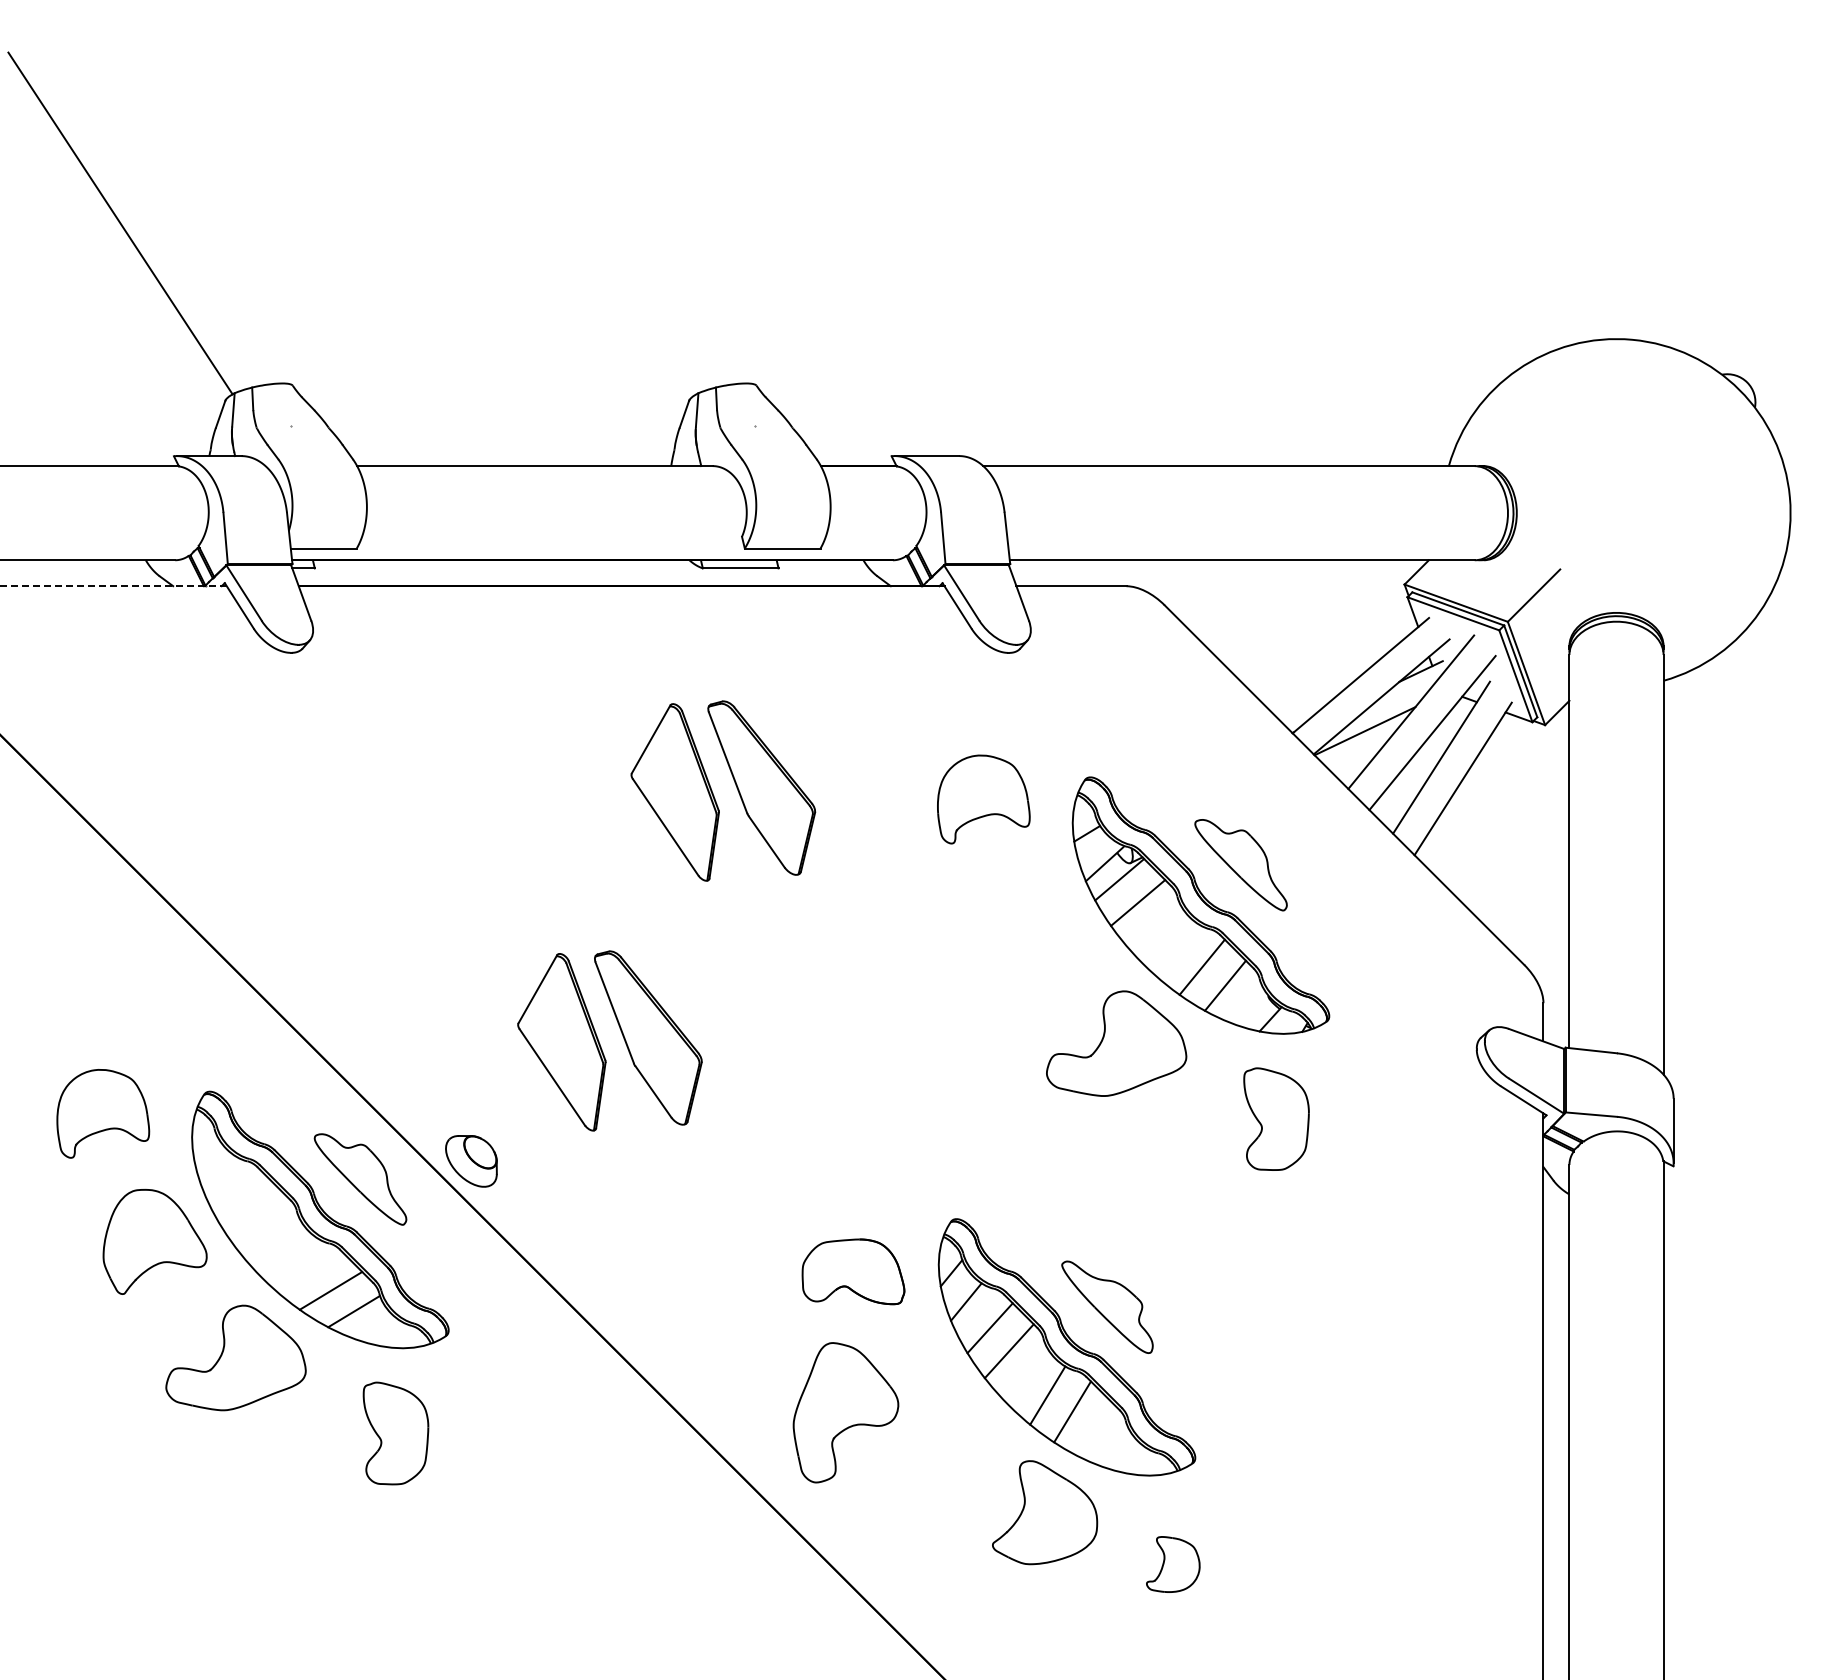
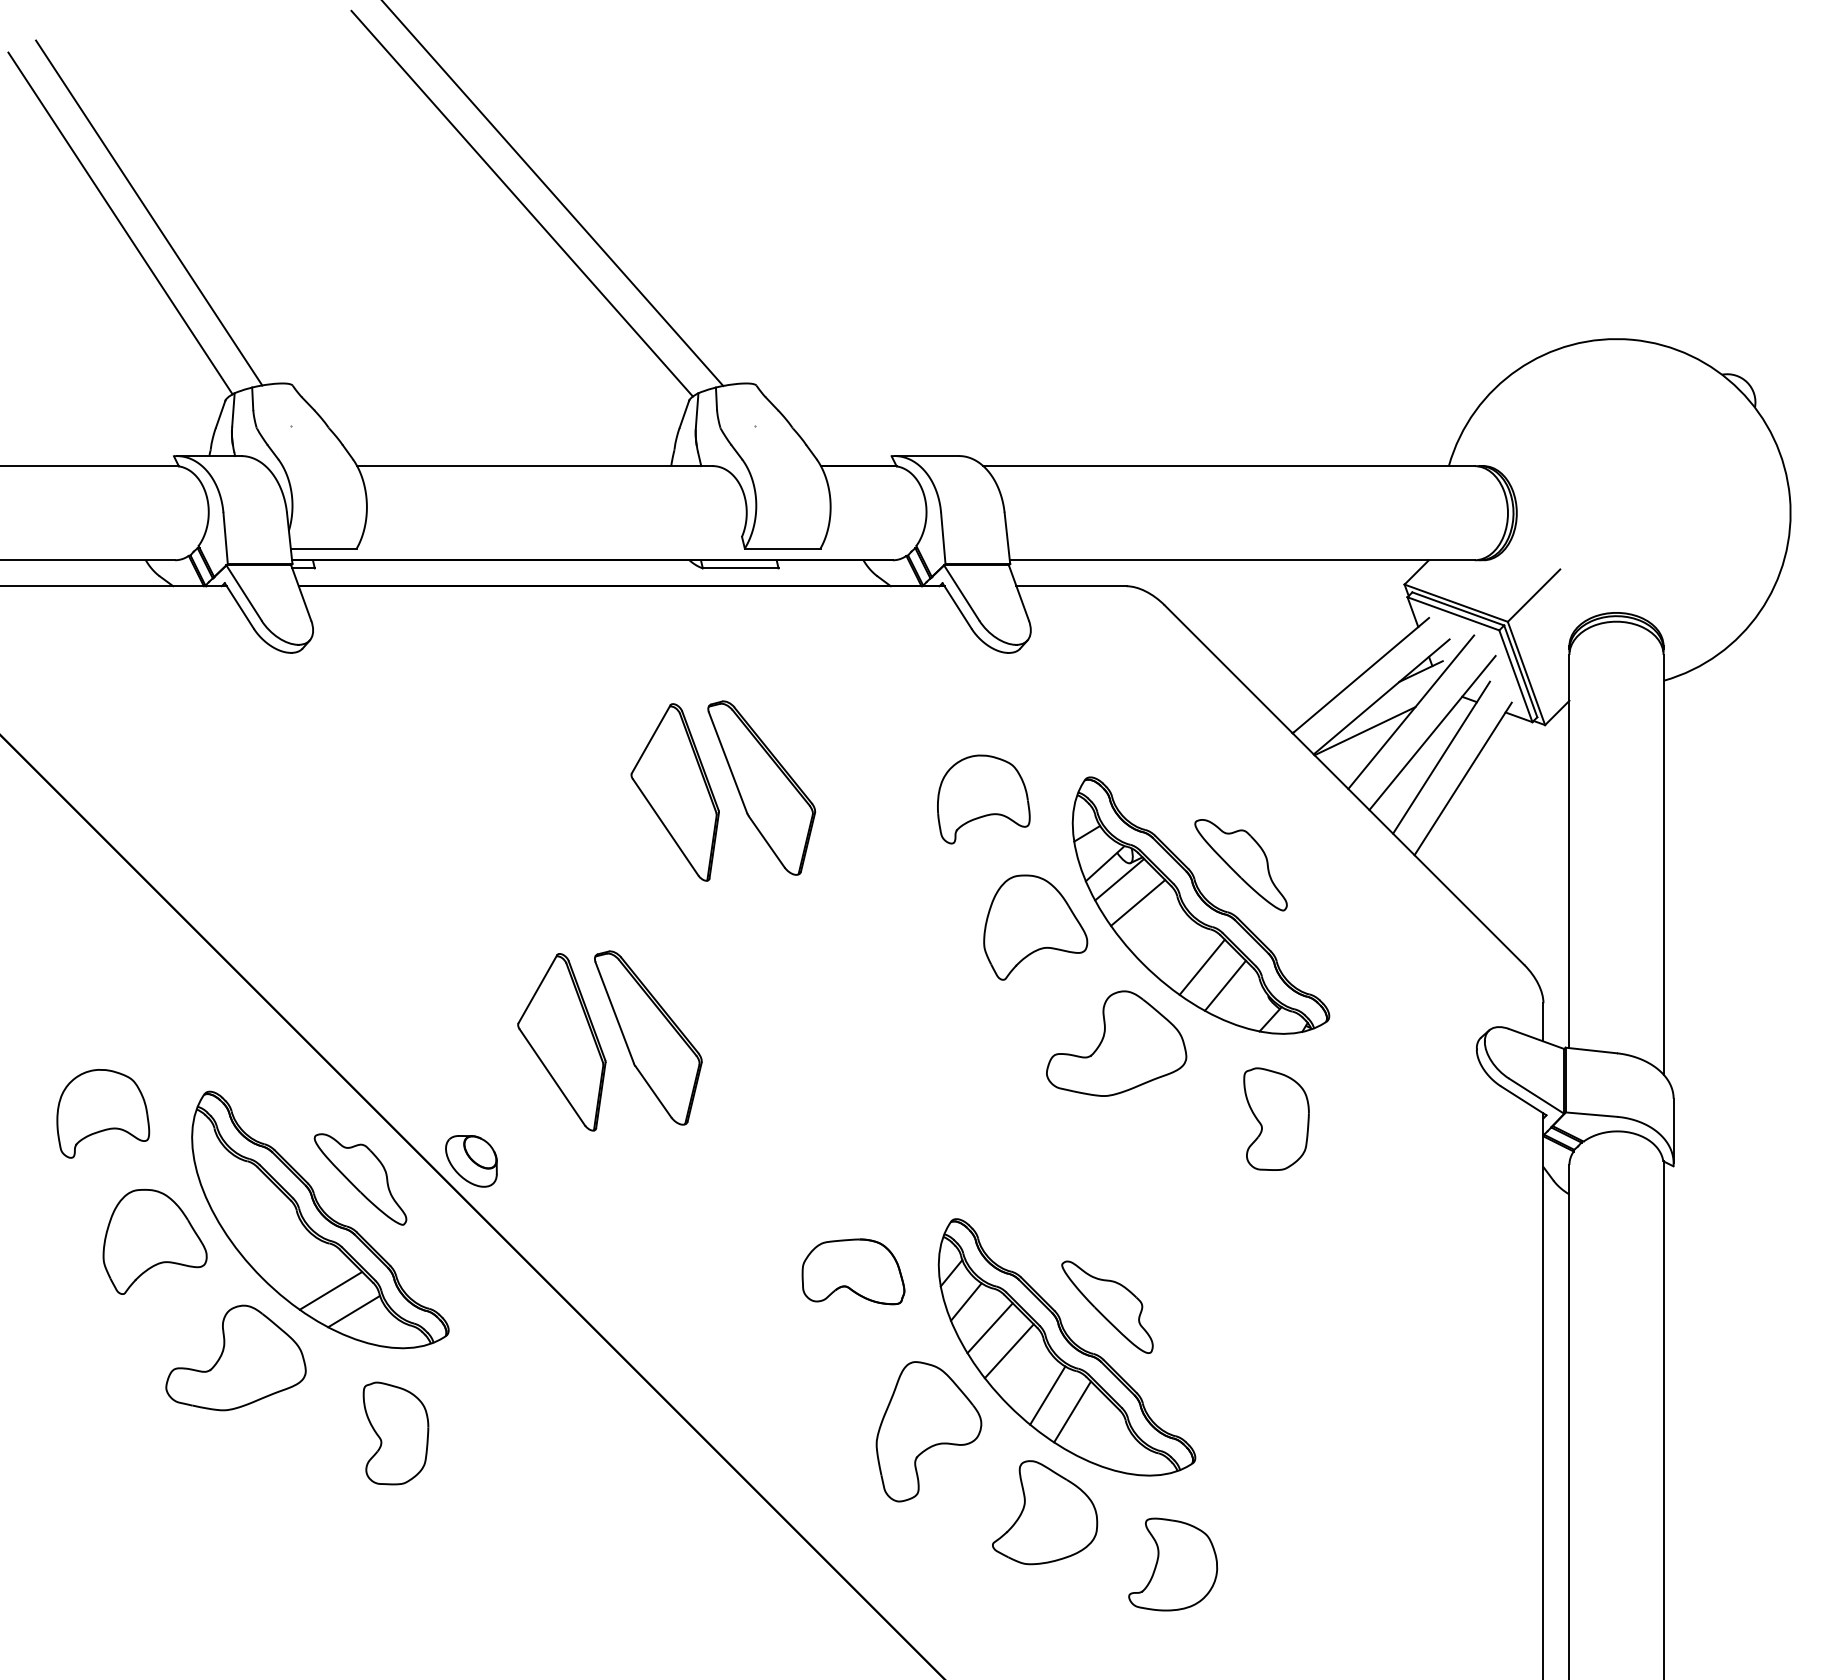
line at (553, 193): none -> present
line at (521, 203): none -> present
line at (149, 212): none -> present
line at (113, 586): dashed -> solid
part at (1035, 927): none -> present
part at (845, 1412) position: (845, 1412) -> (928, 1431)
part at (1173, 1564) size: 55x57 px -> 91x95 px
